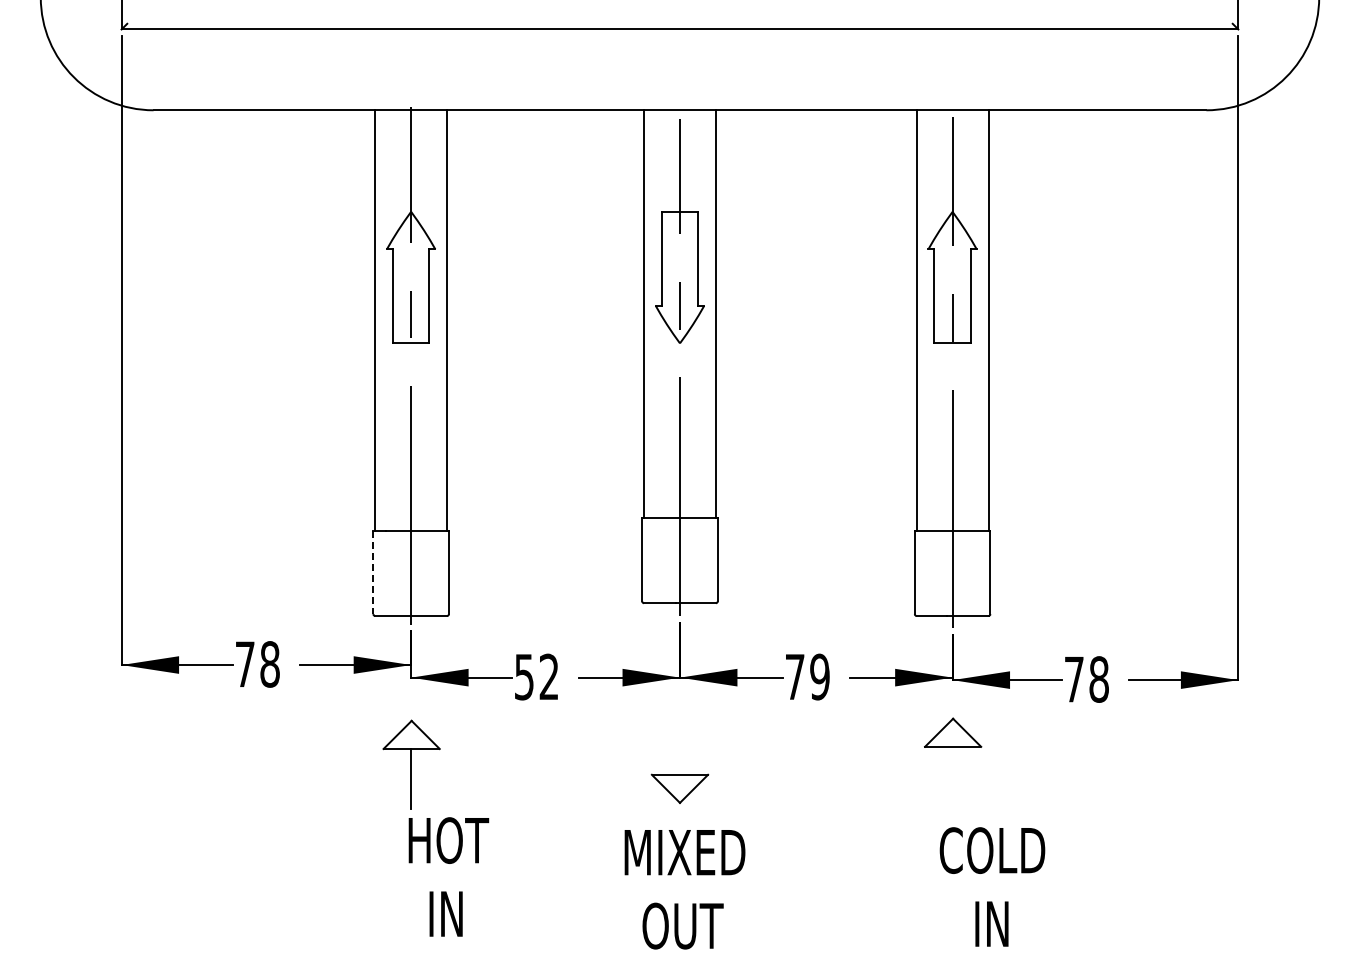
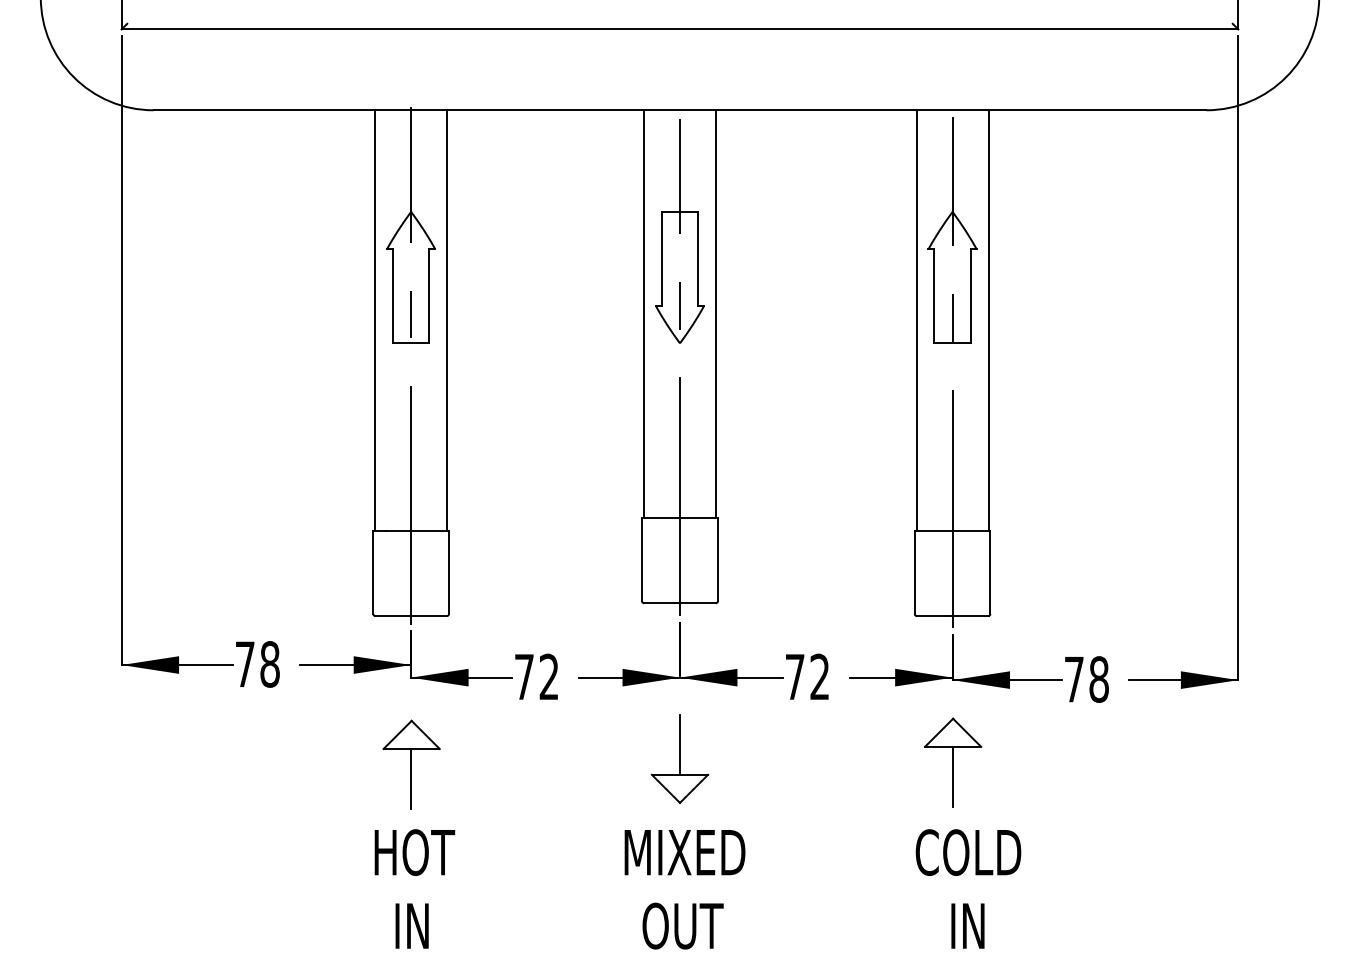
line at (373, 572): dashed -> solid
text at (819, 676): 79 -> 72
text at (524, 677): 52 -> 72
line at (680, 744): none -> present
line at (952, 776): none -> present
text at (448, 876) position: (448, 876) -> (414, 888)
text at (992, 886) position: (992, 886) -> (968, 888)
